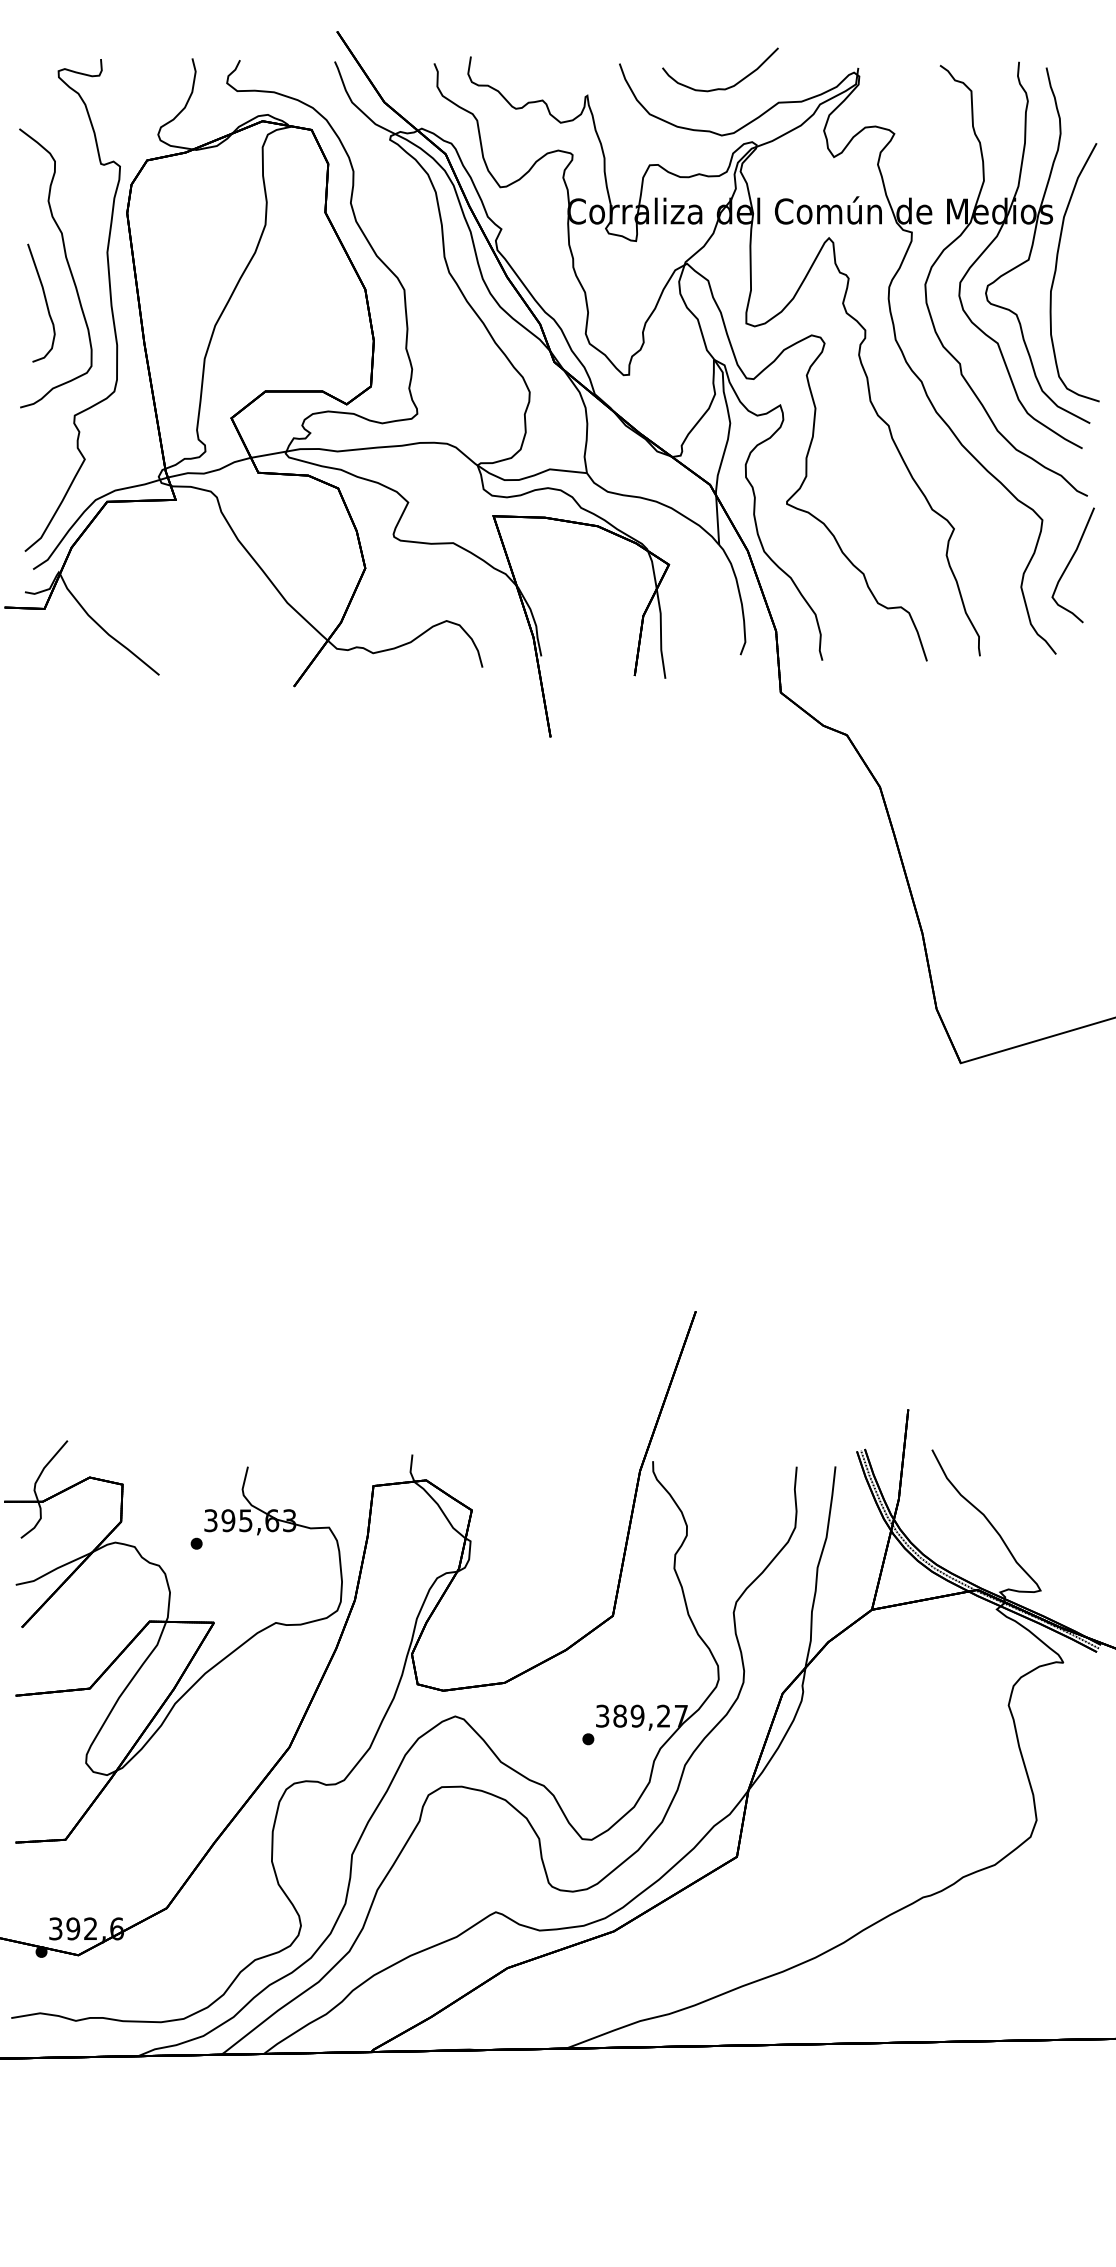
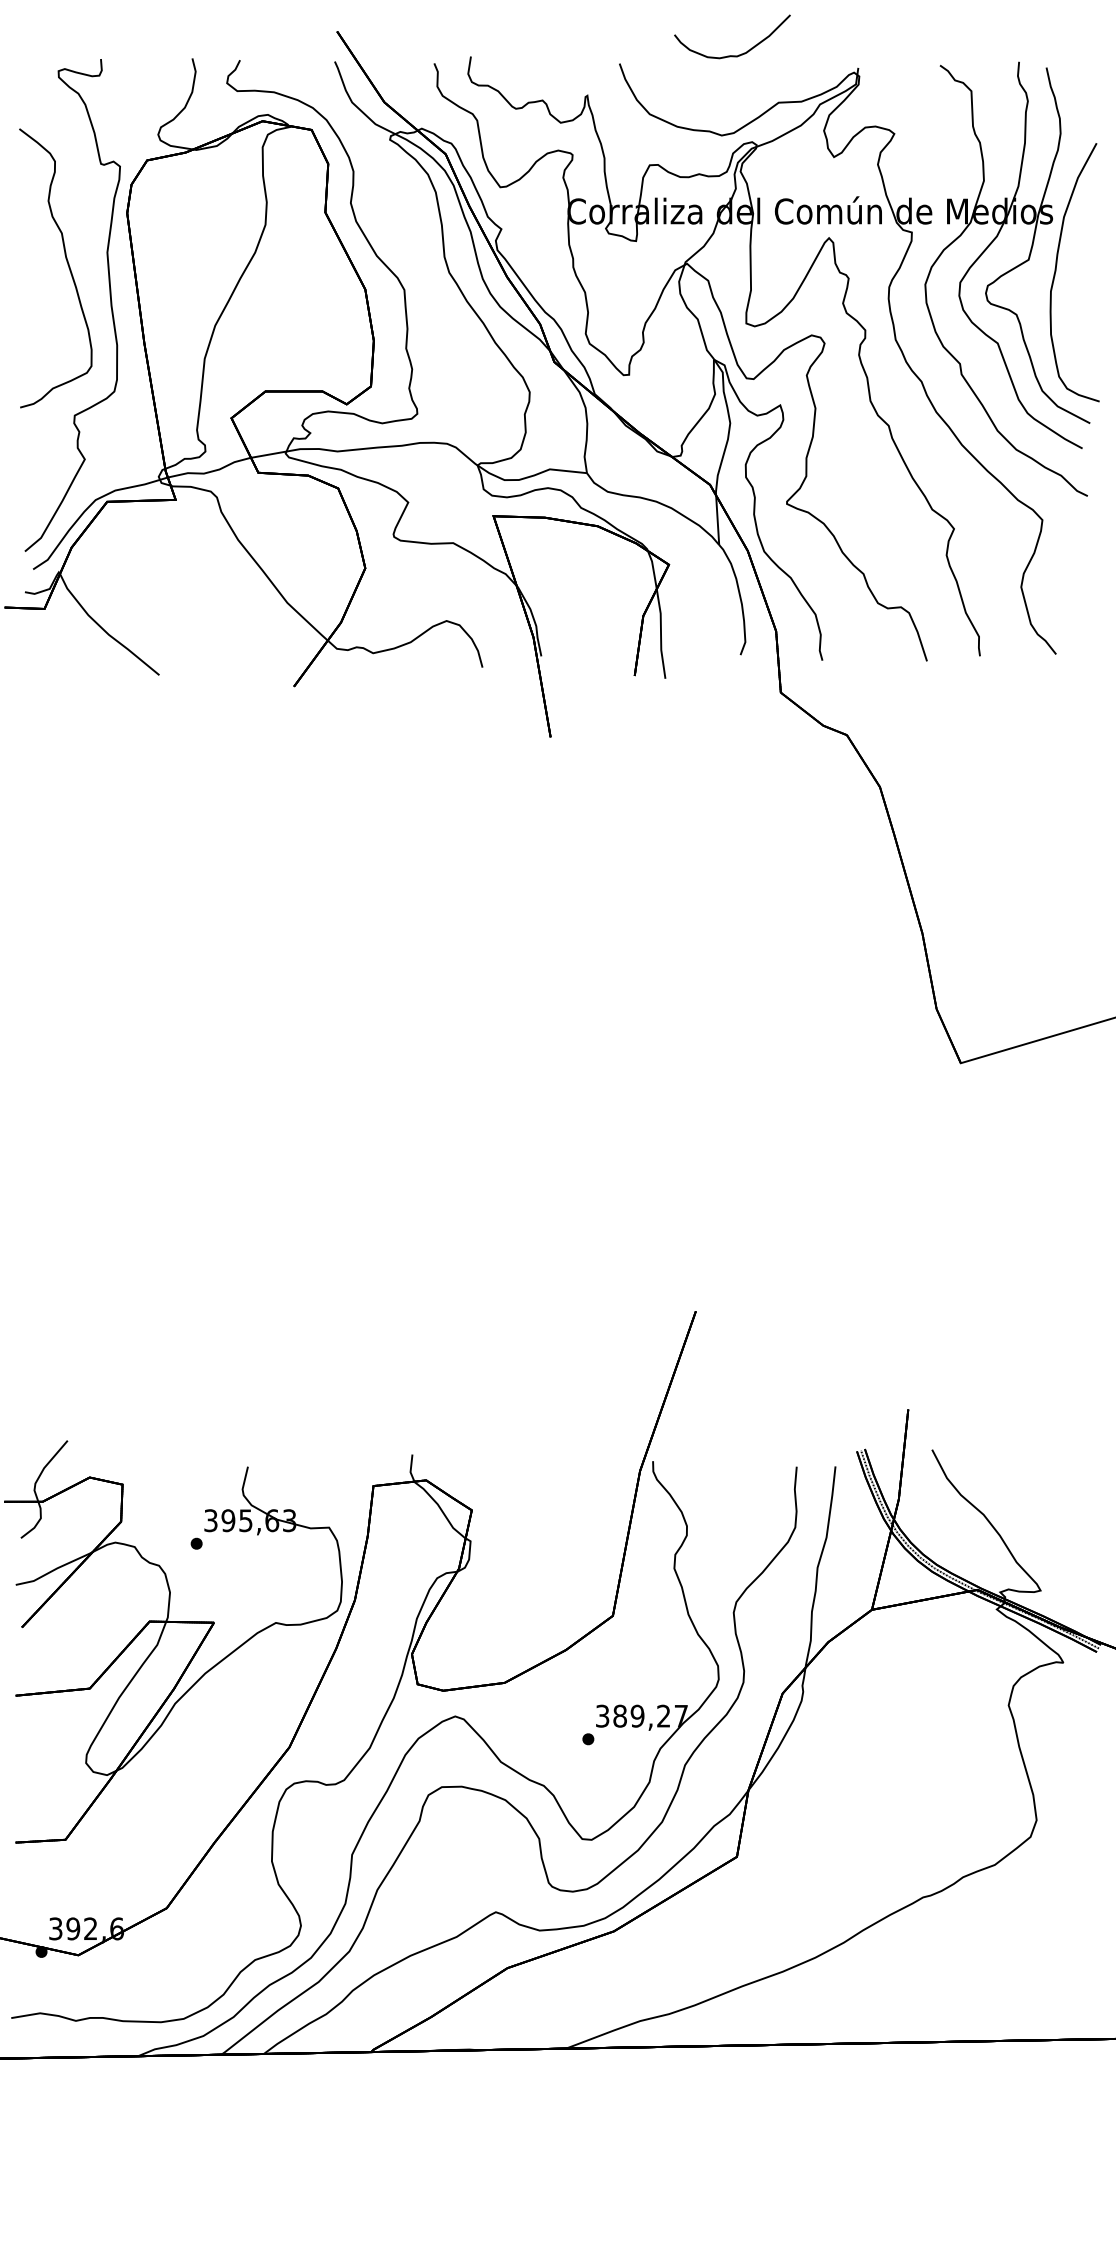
curve at (726, 87) position: (726, 87) -> (738, 54)
curve at (45, 302): present -> none
curve at (1069, 564): present -> none
